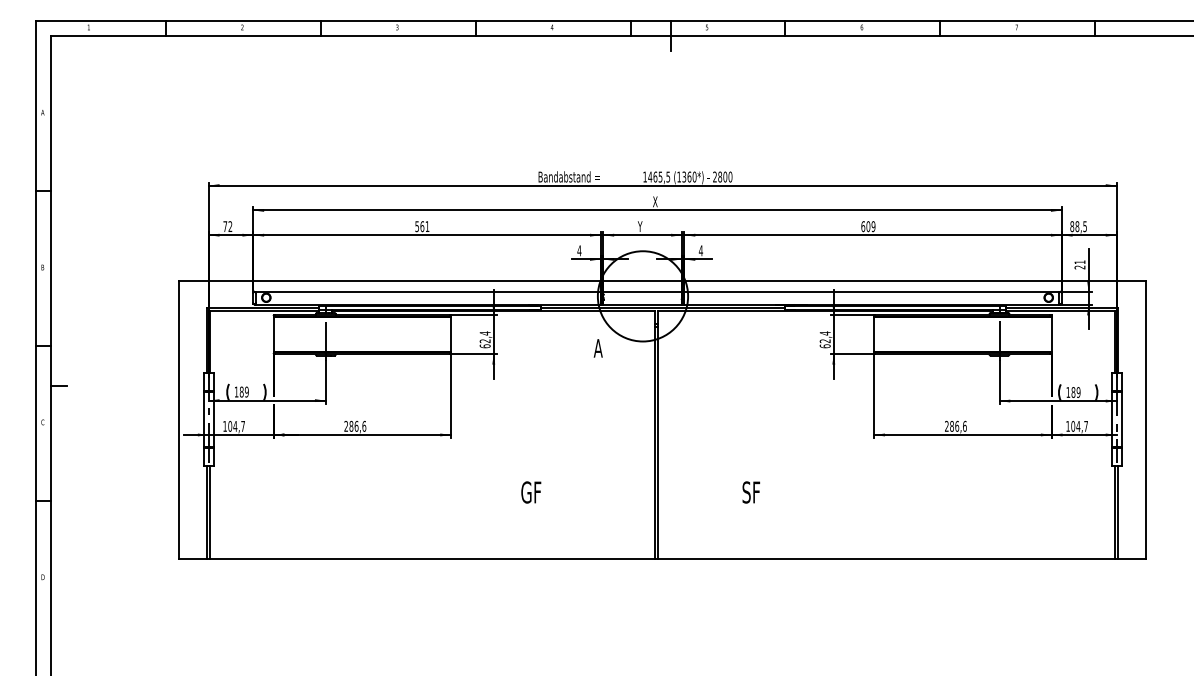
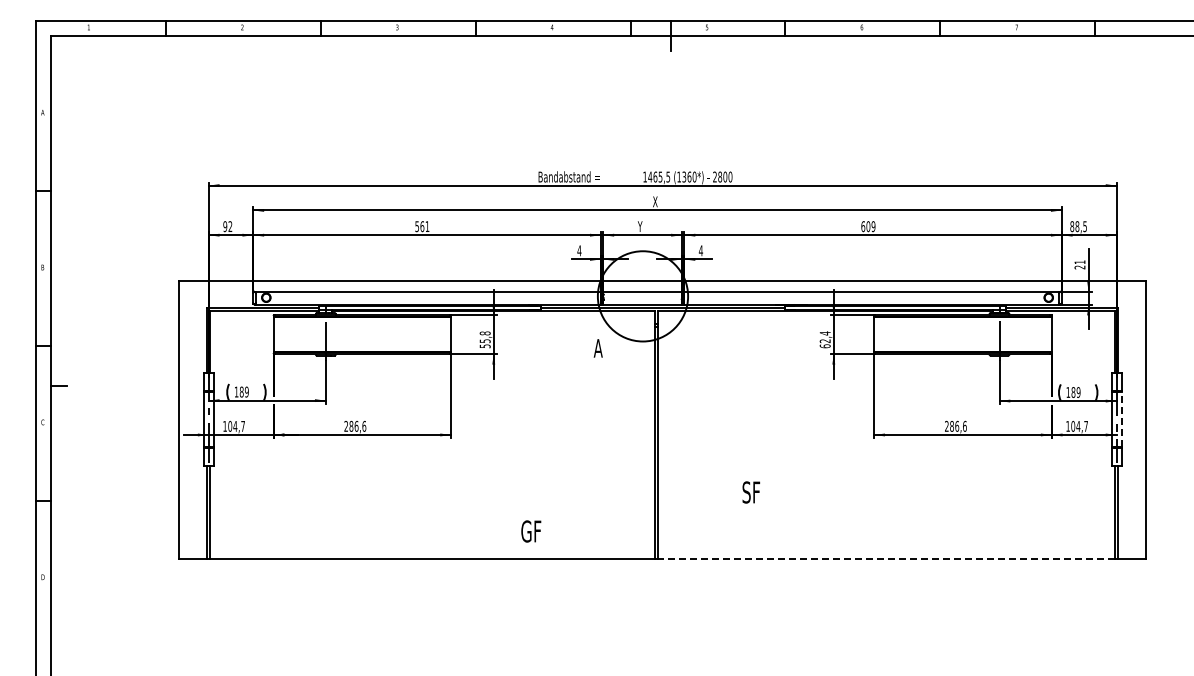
text at (225, 226): 72 -> 92
text at (484, 339): 62,4 -> 55,8
line at (1121, 419): solid -> dashed
text at (531, 492) position: (531, 492) -> (531, 531)
line at (886, 559): solid -> dashed
